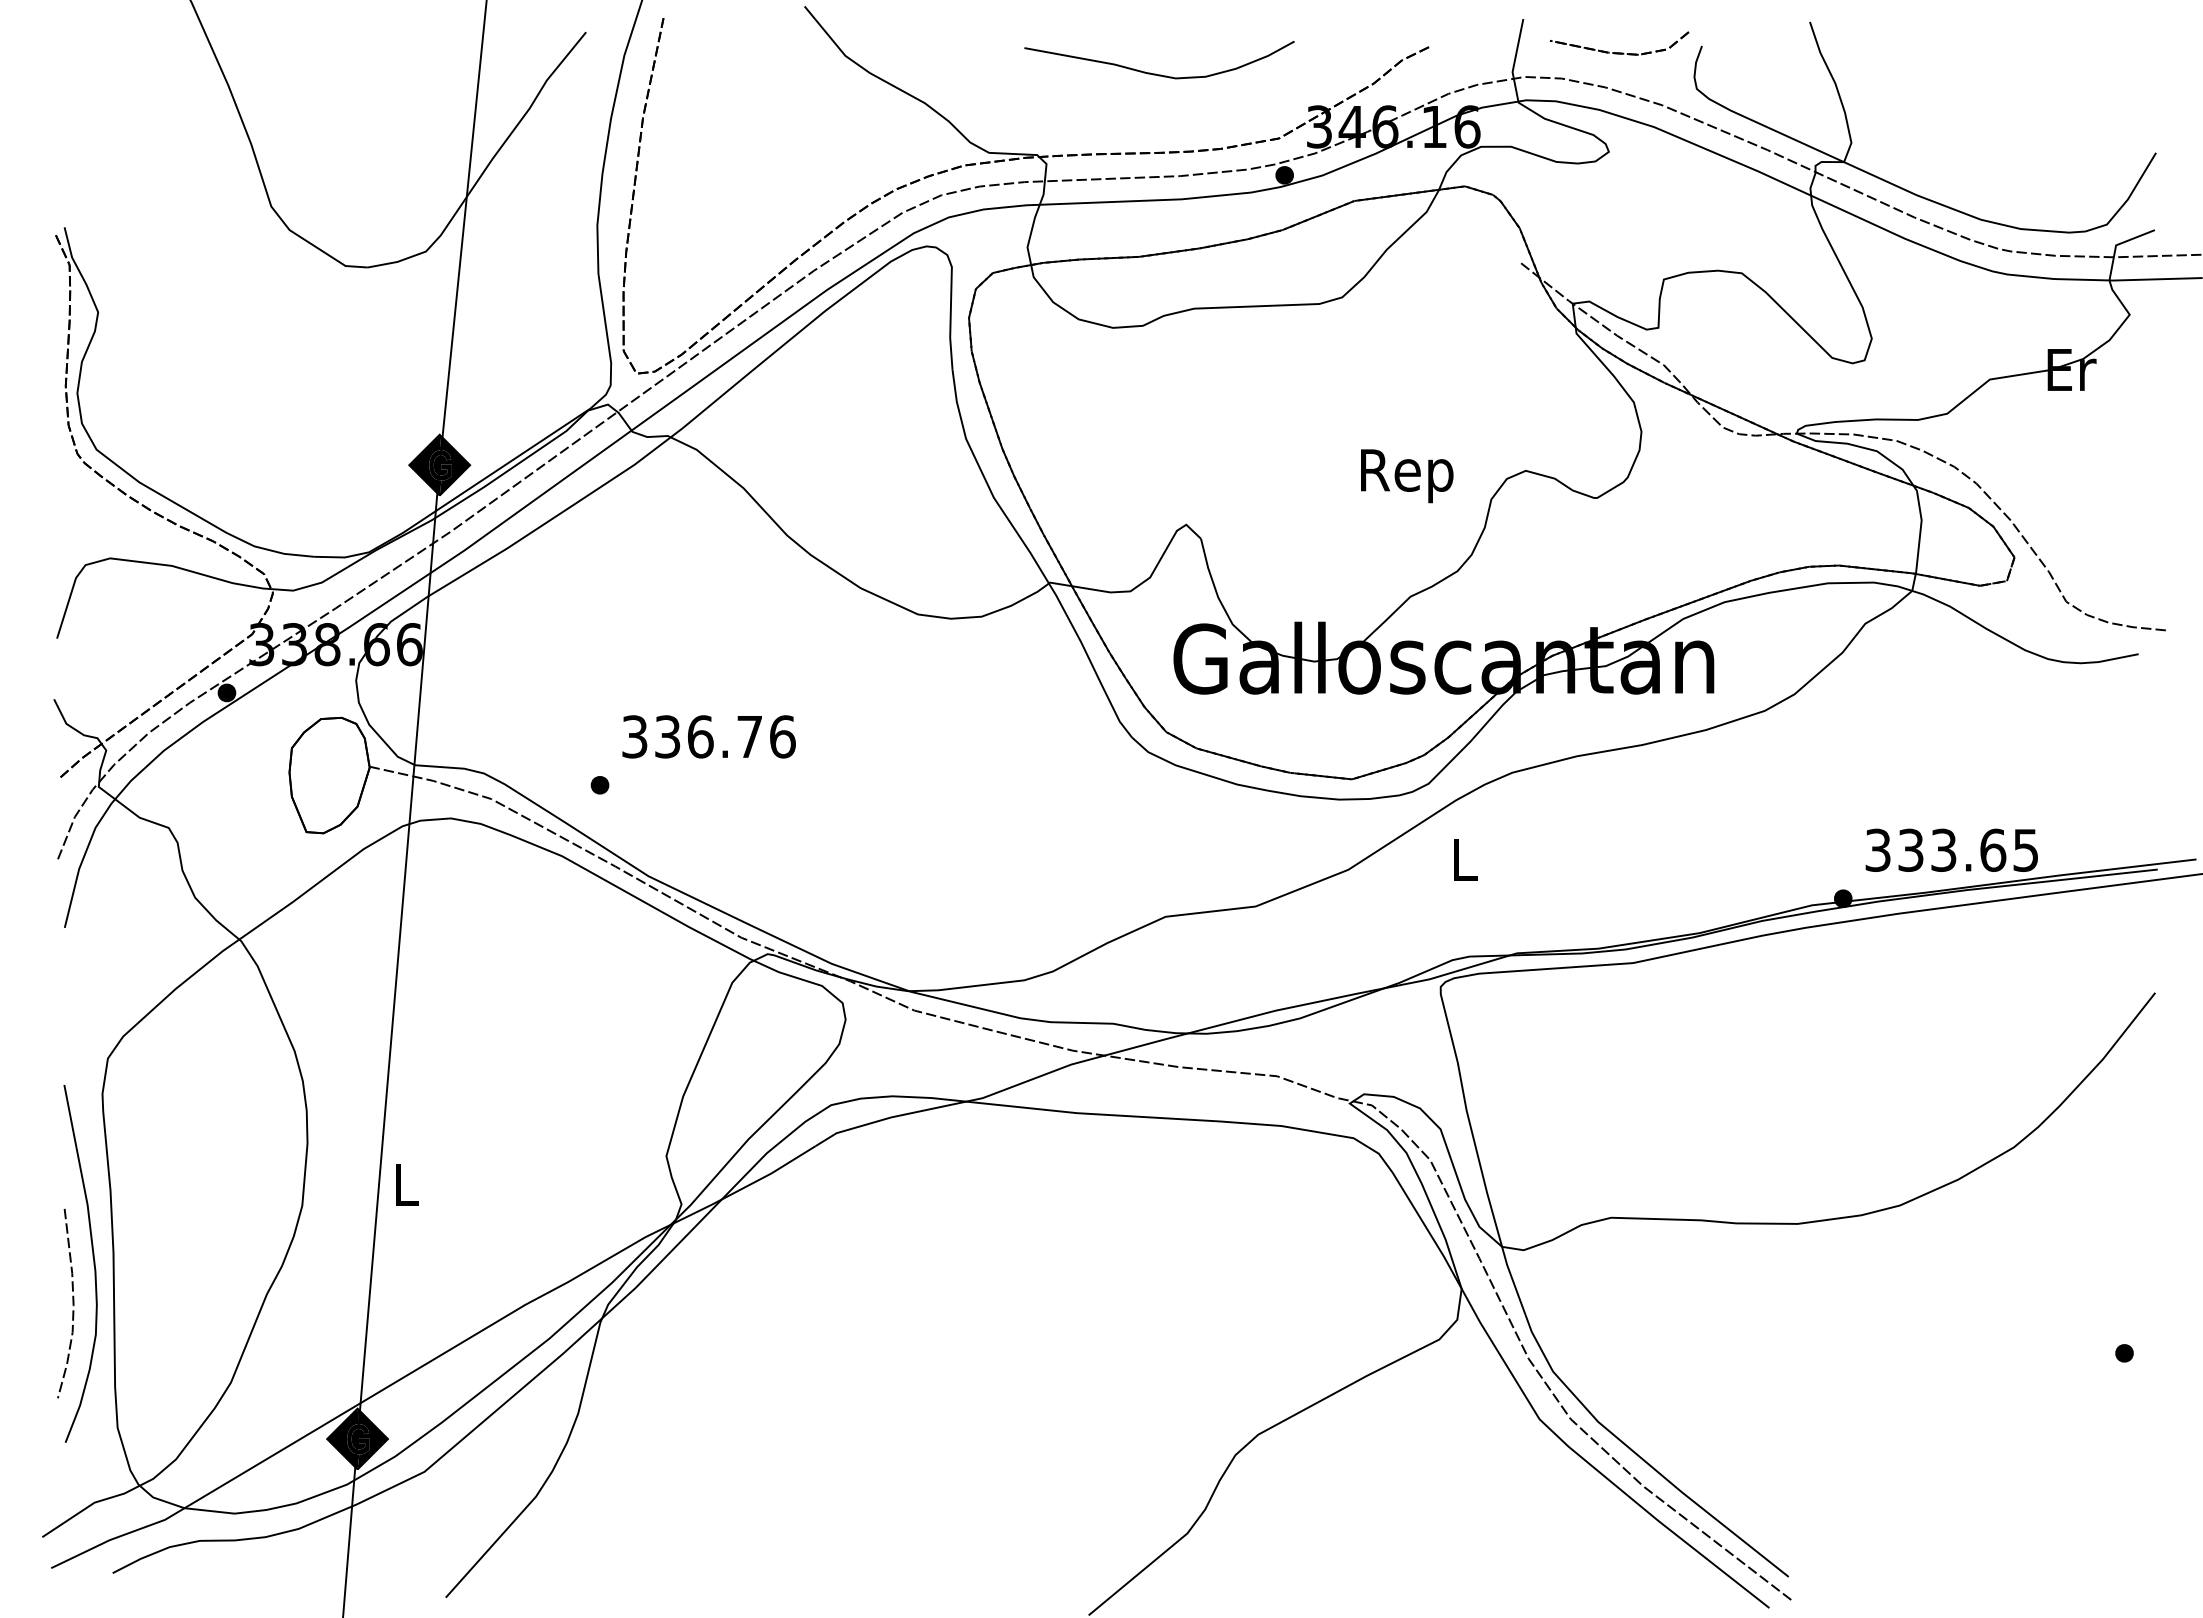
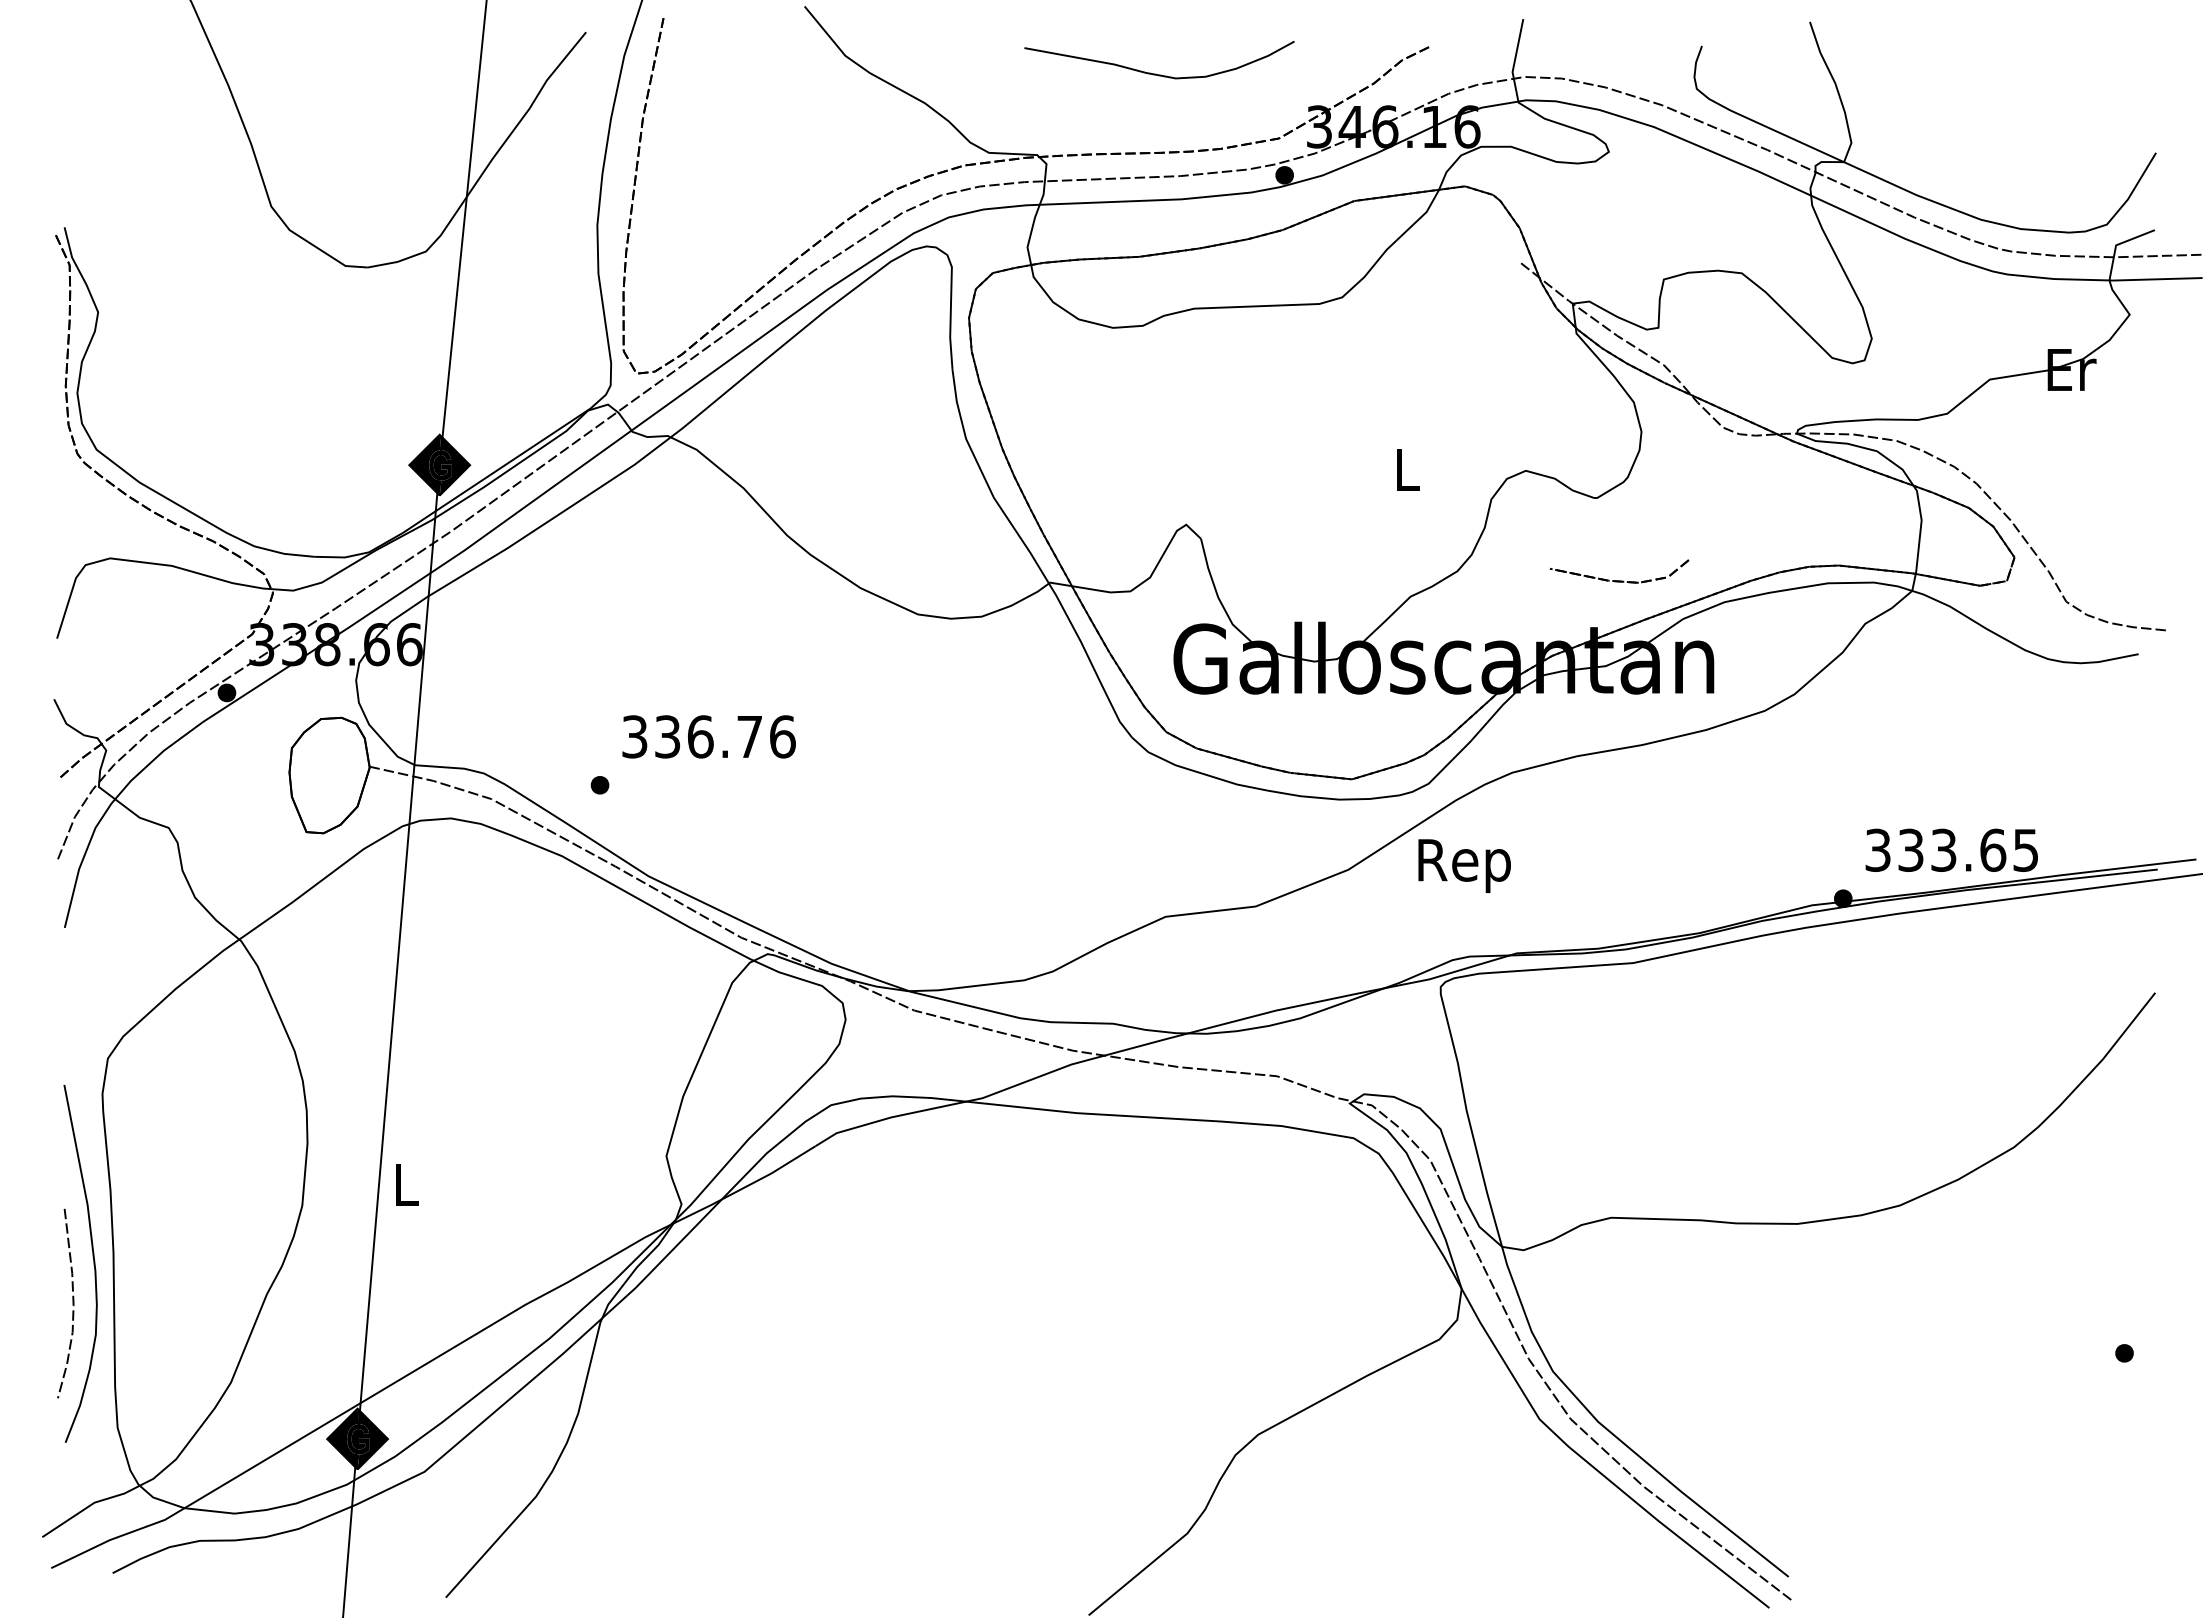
part at (1619, 52) position: (1619, 52) -> (1619, 580)
text at (1407, 476): Rep -> L
text at (1464, 866): L -> Rep
